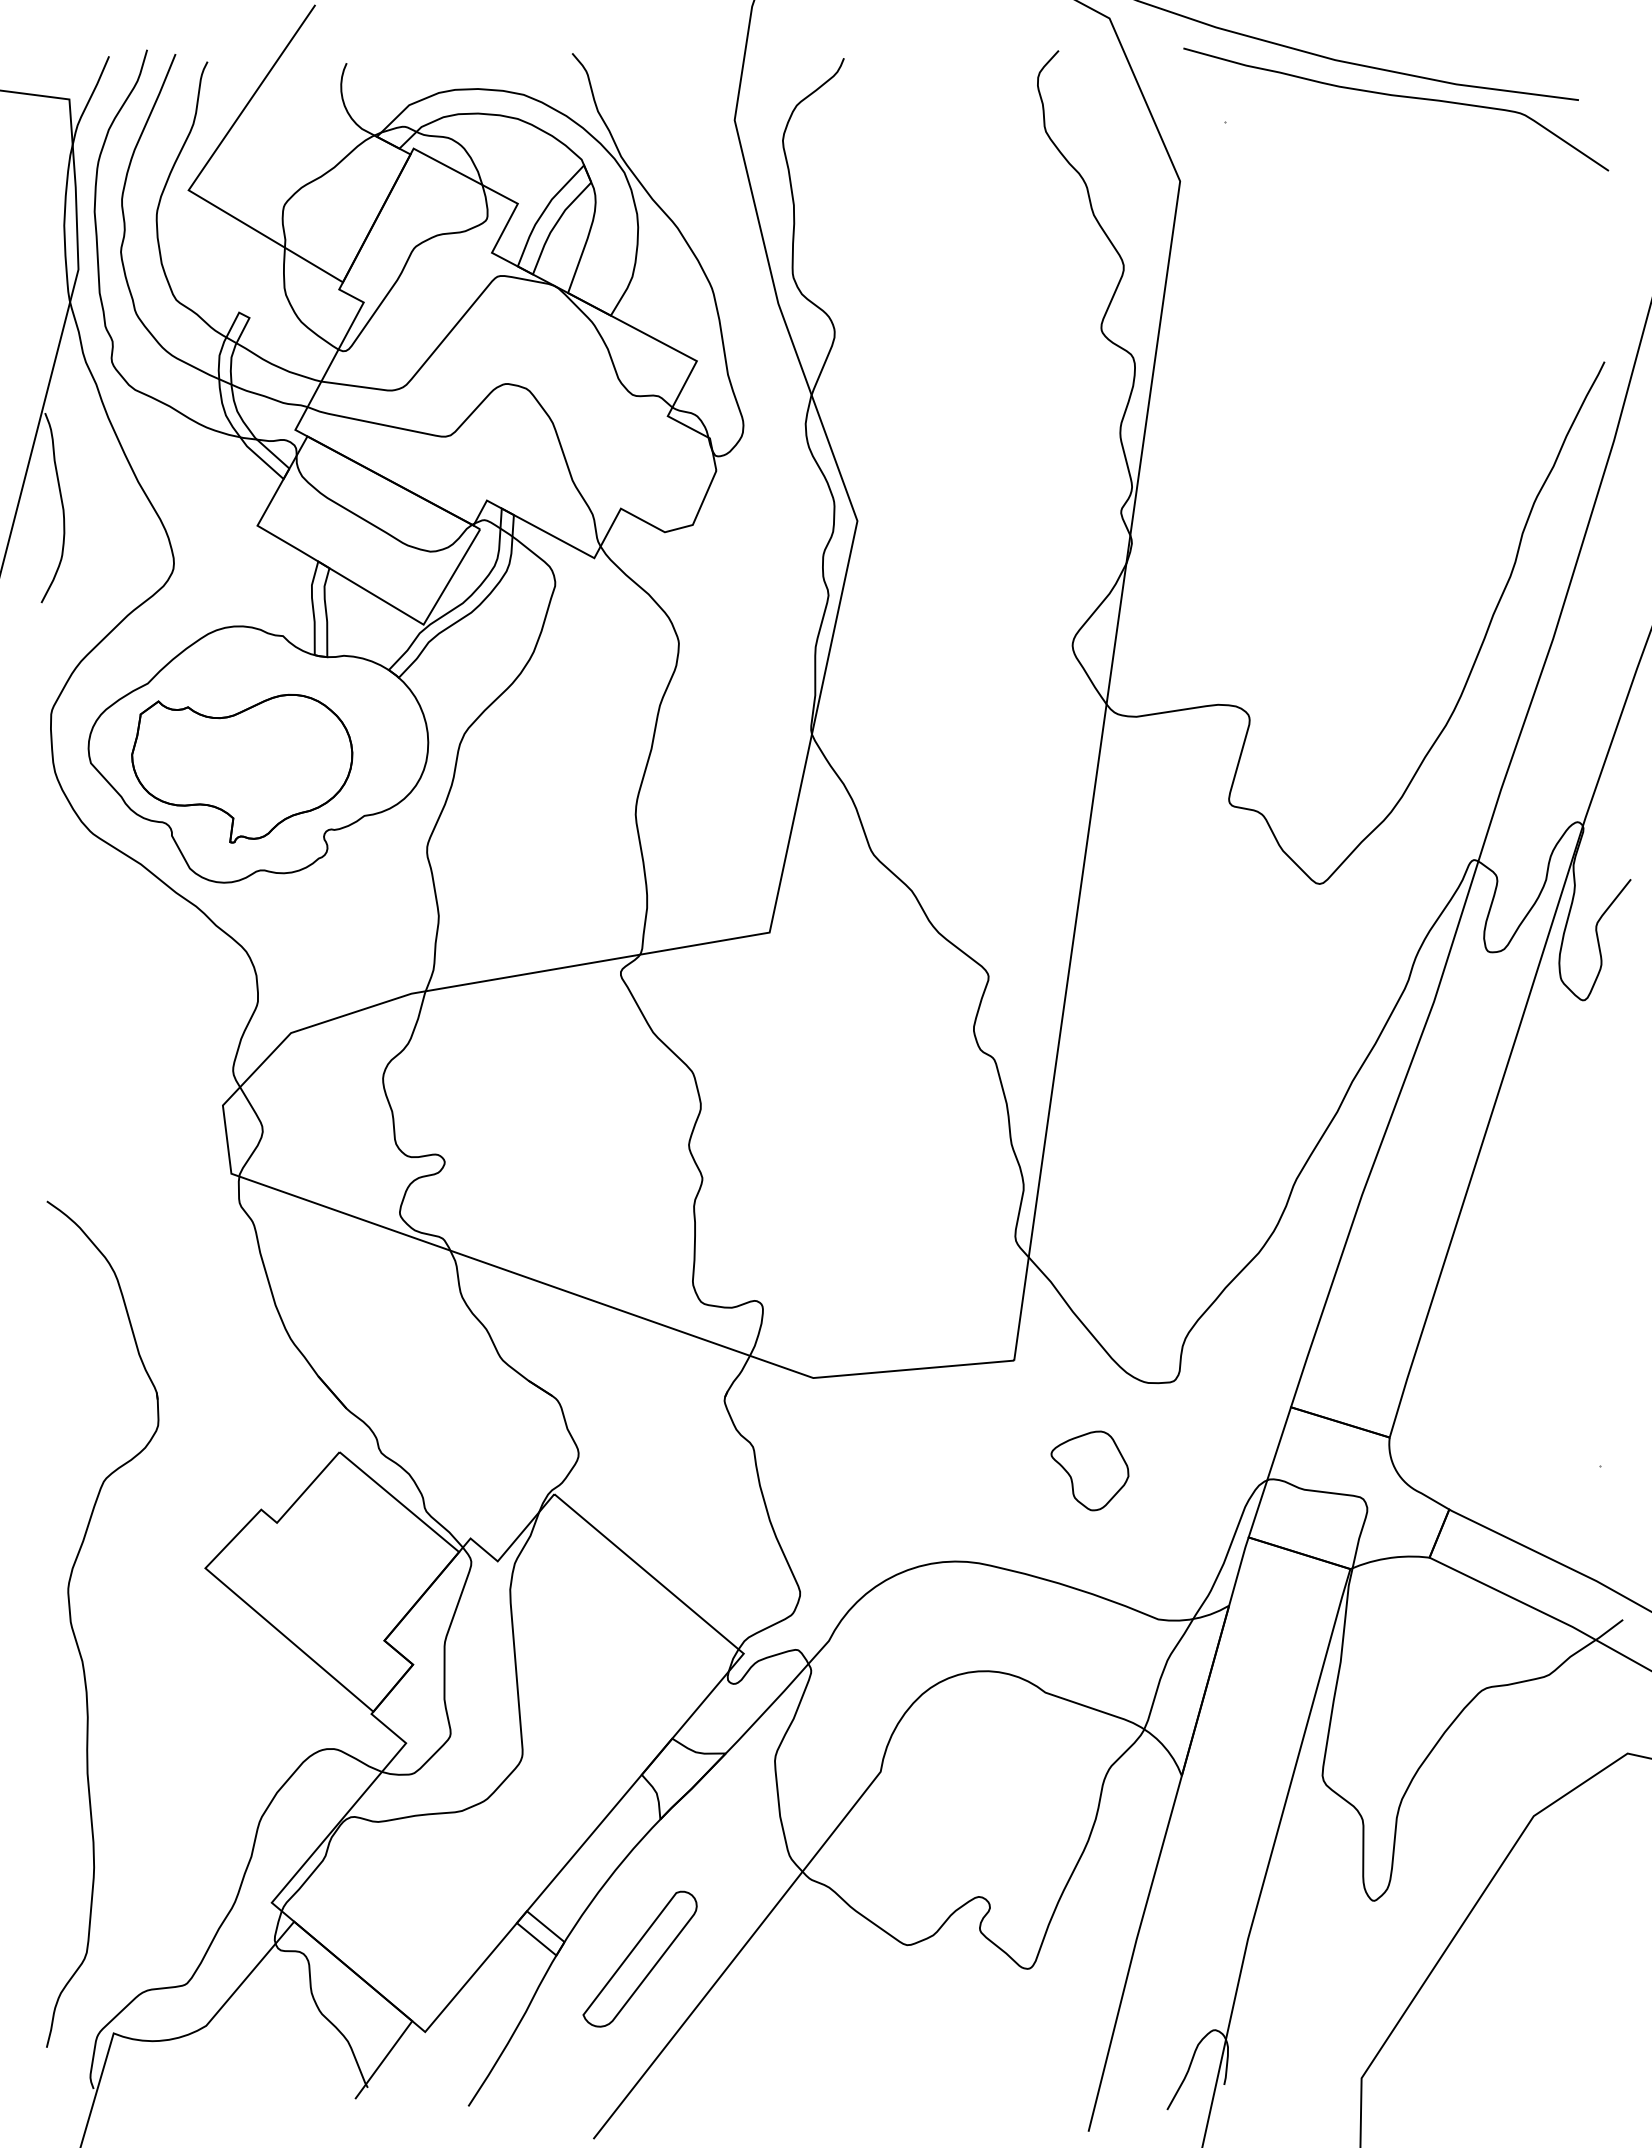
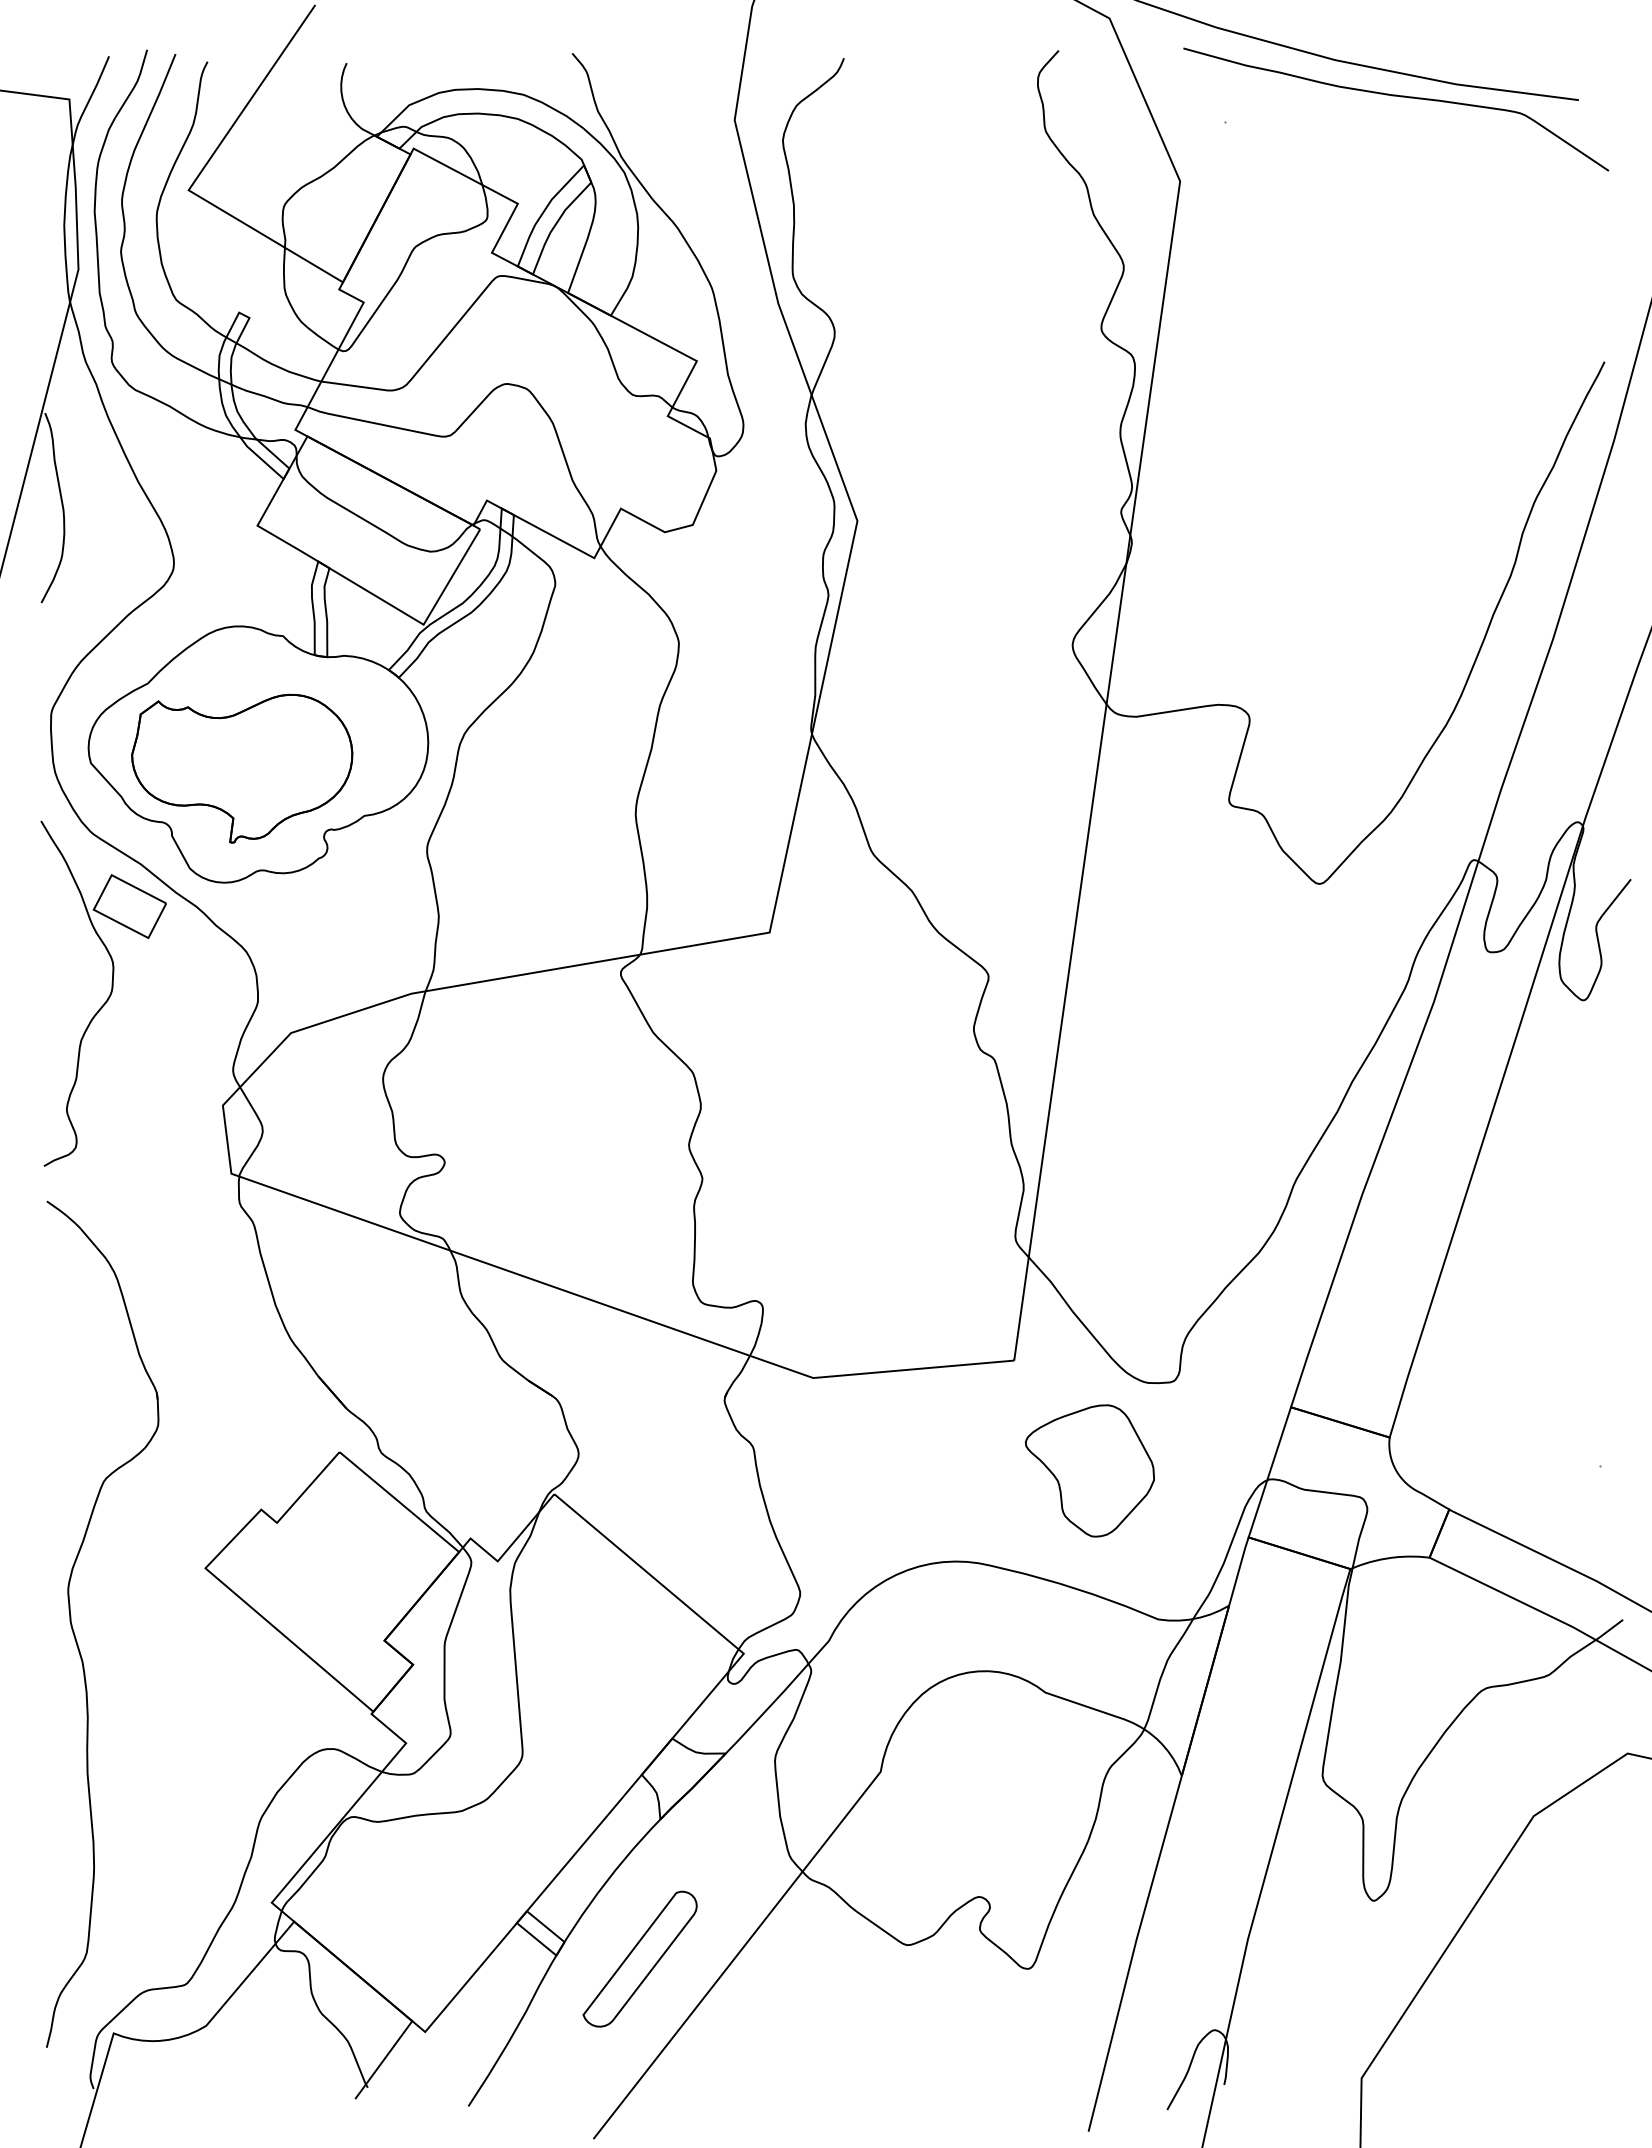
part at (103, 993): none -> present
part at (1089, 1470) size: 80x82 px -> 130x134 px
